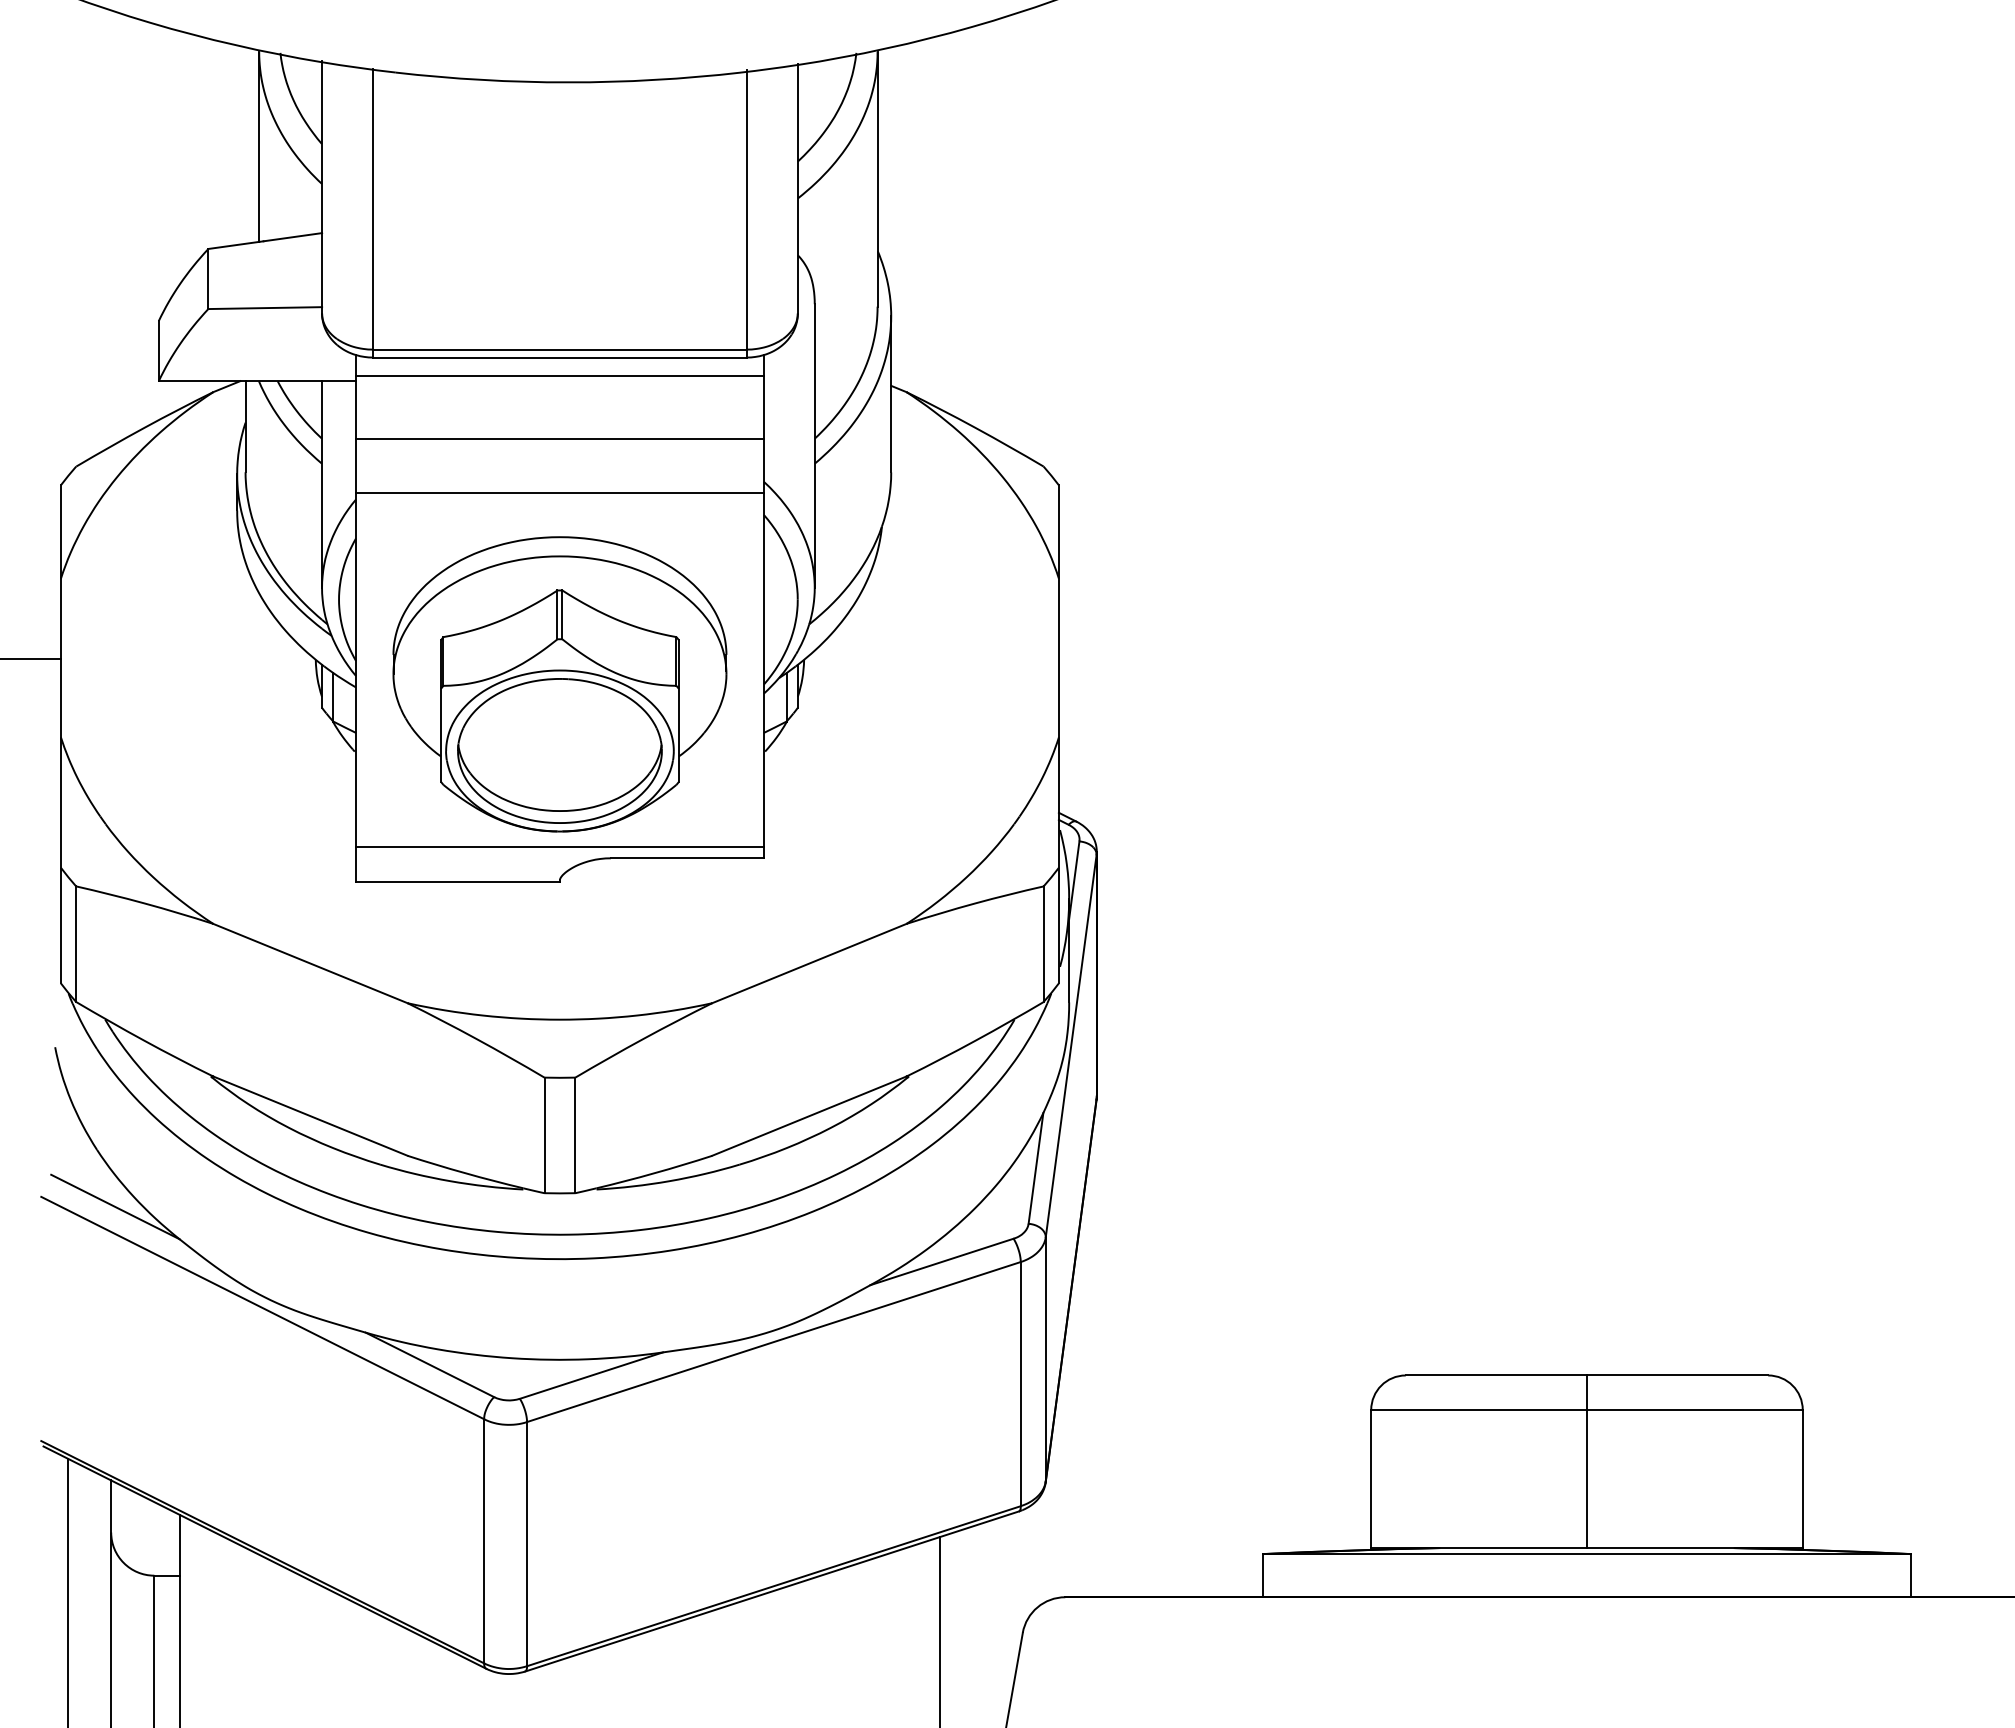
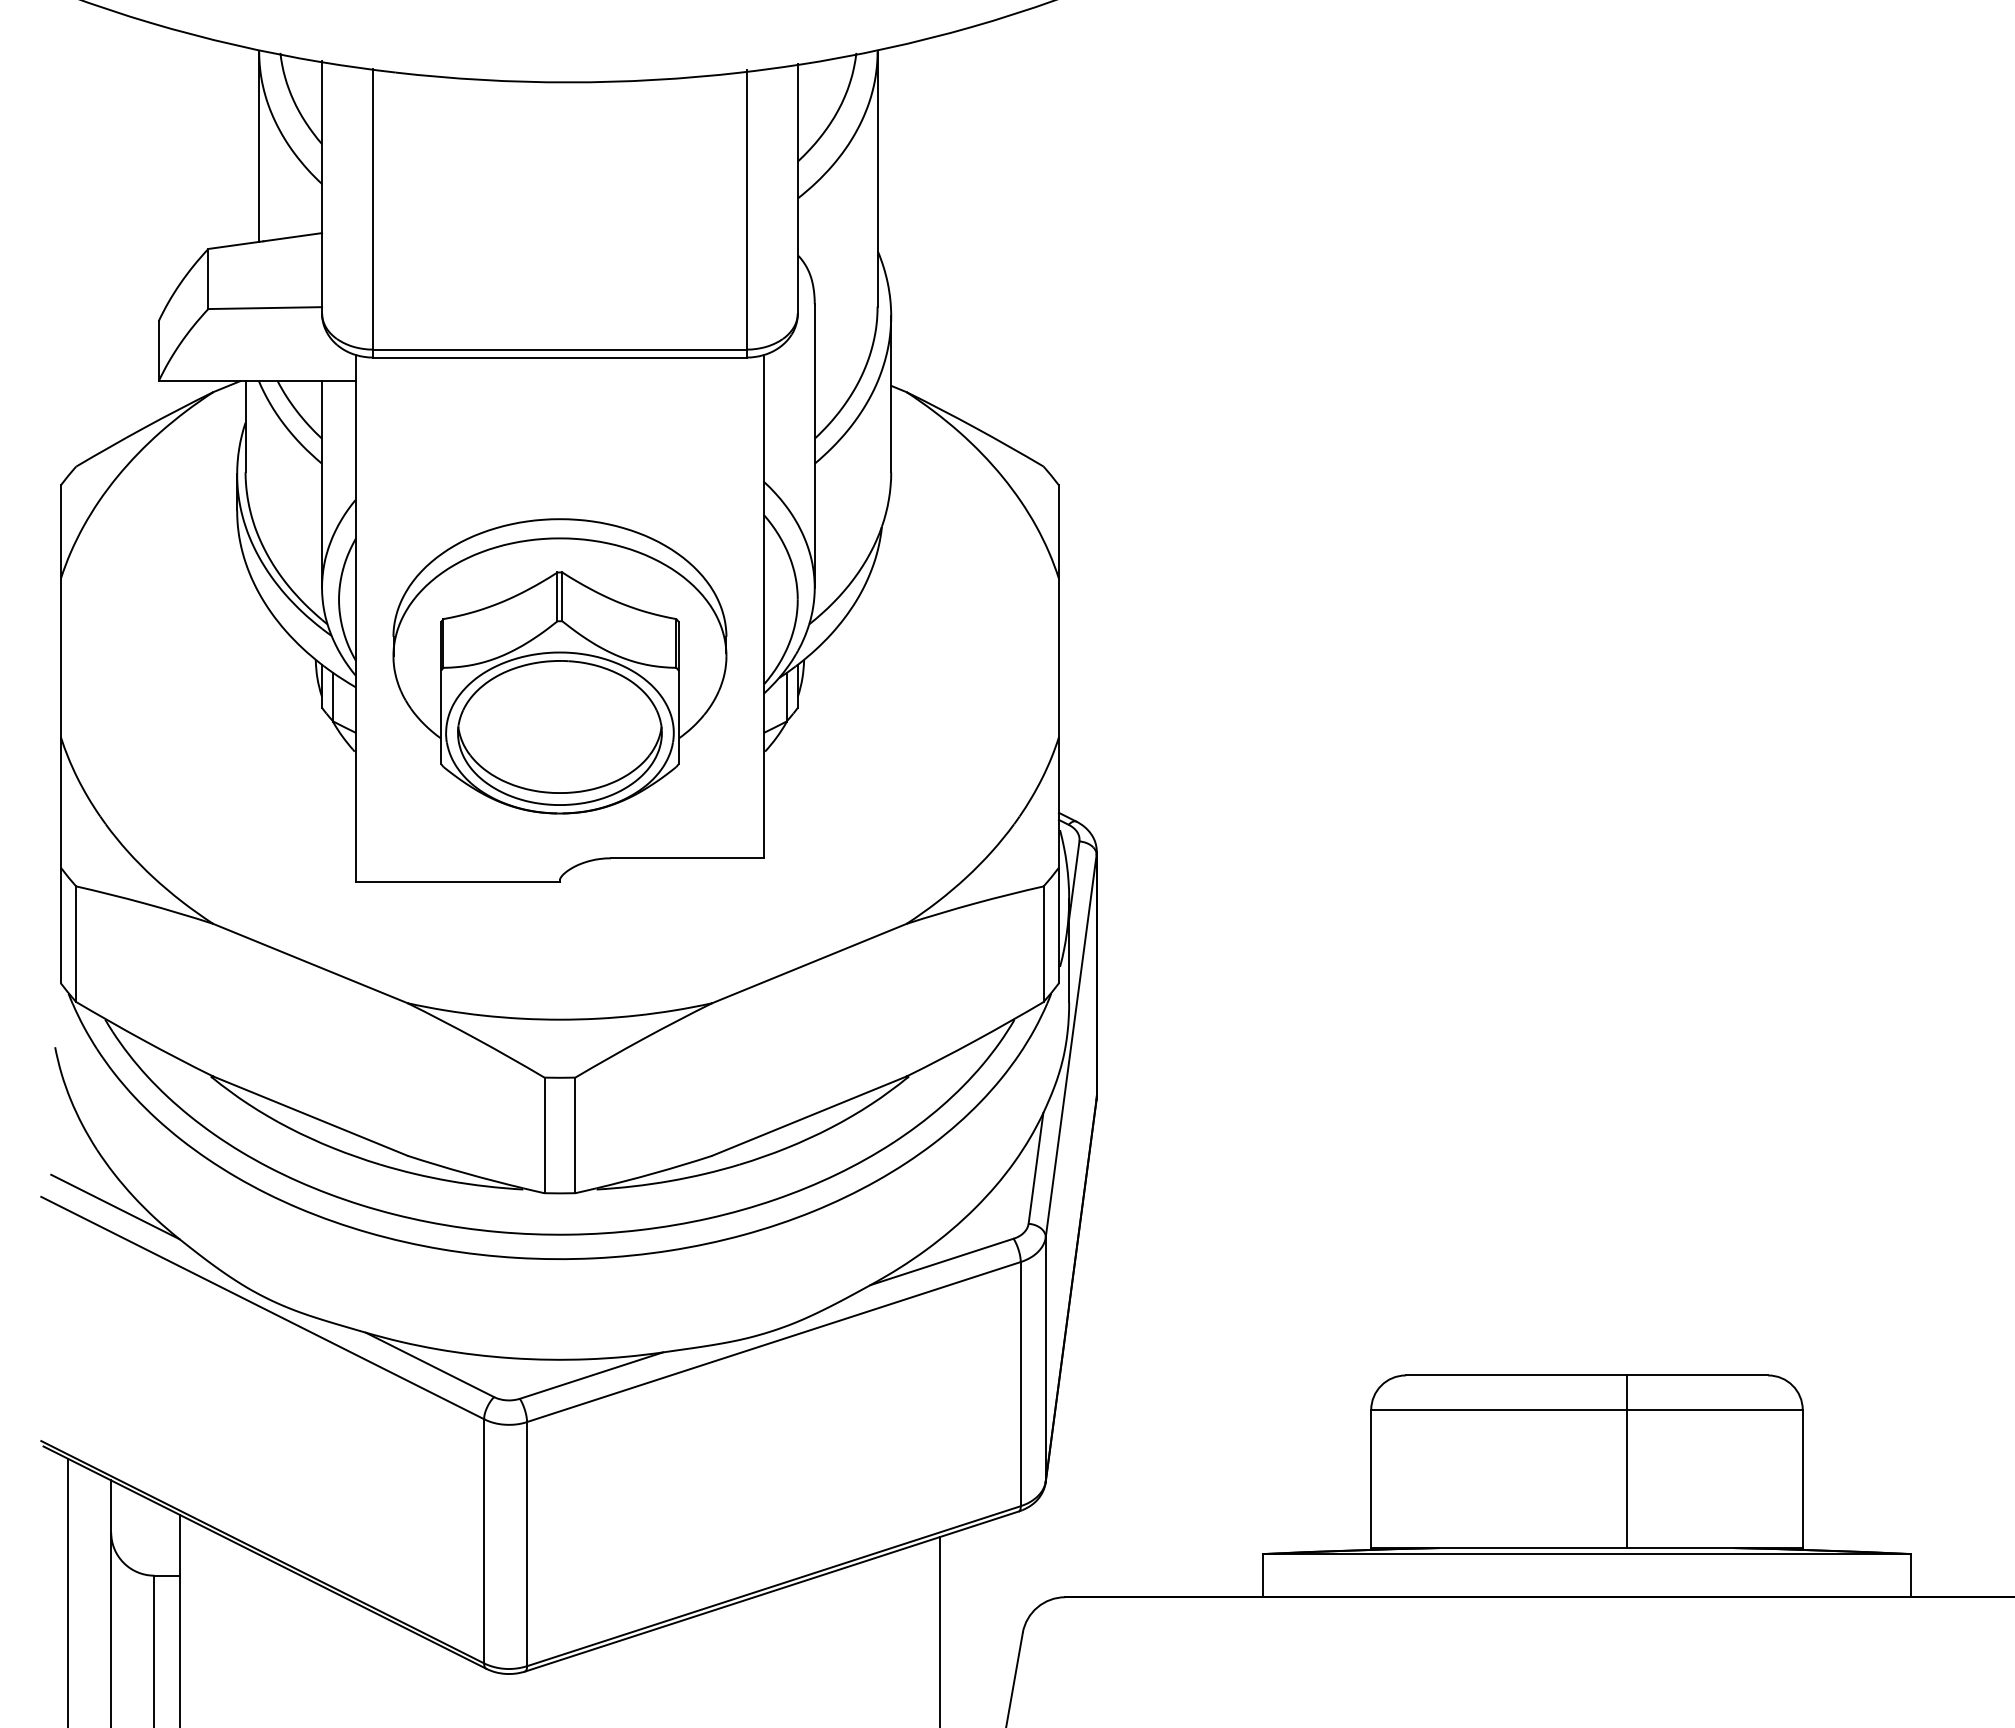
line at (559, 375): present -> none
line at (559, 438): present -> none
line at (559, 493): present -> none
line at (31, 659): present -> none
part at (559, 684) position: (559, 684) -> (559, 666)
line at (559, 847): present -> none
line at (1586, 1461) position: (1586, 1461) -> (1626, 1461)
